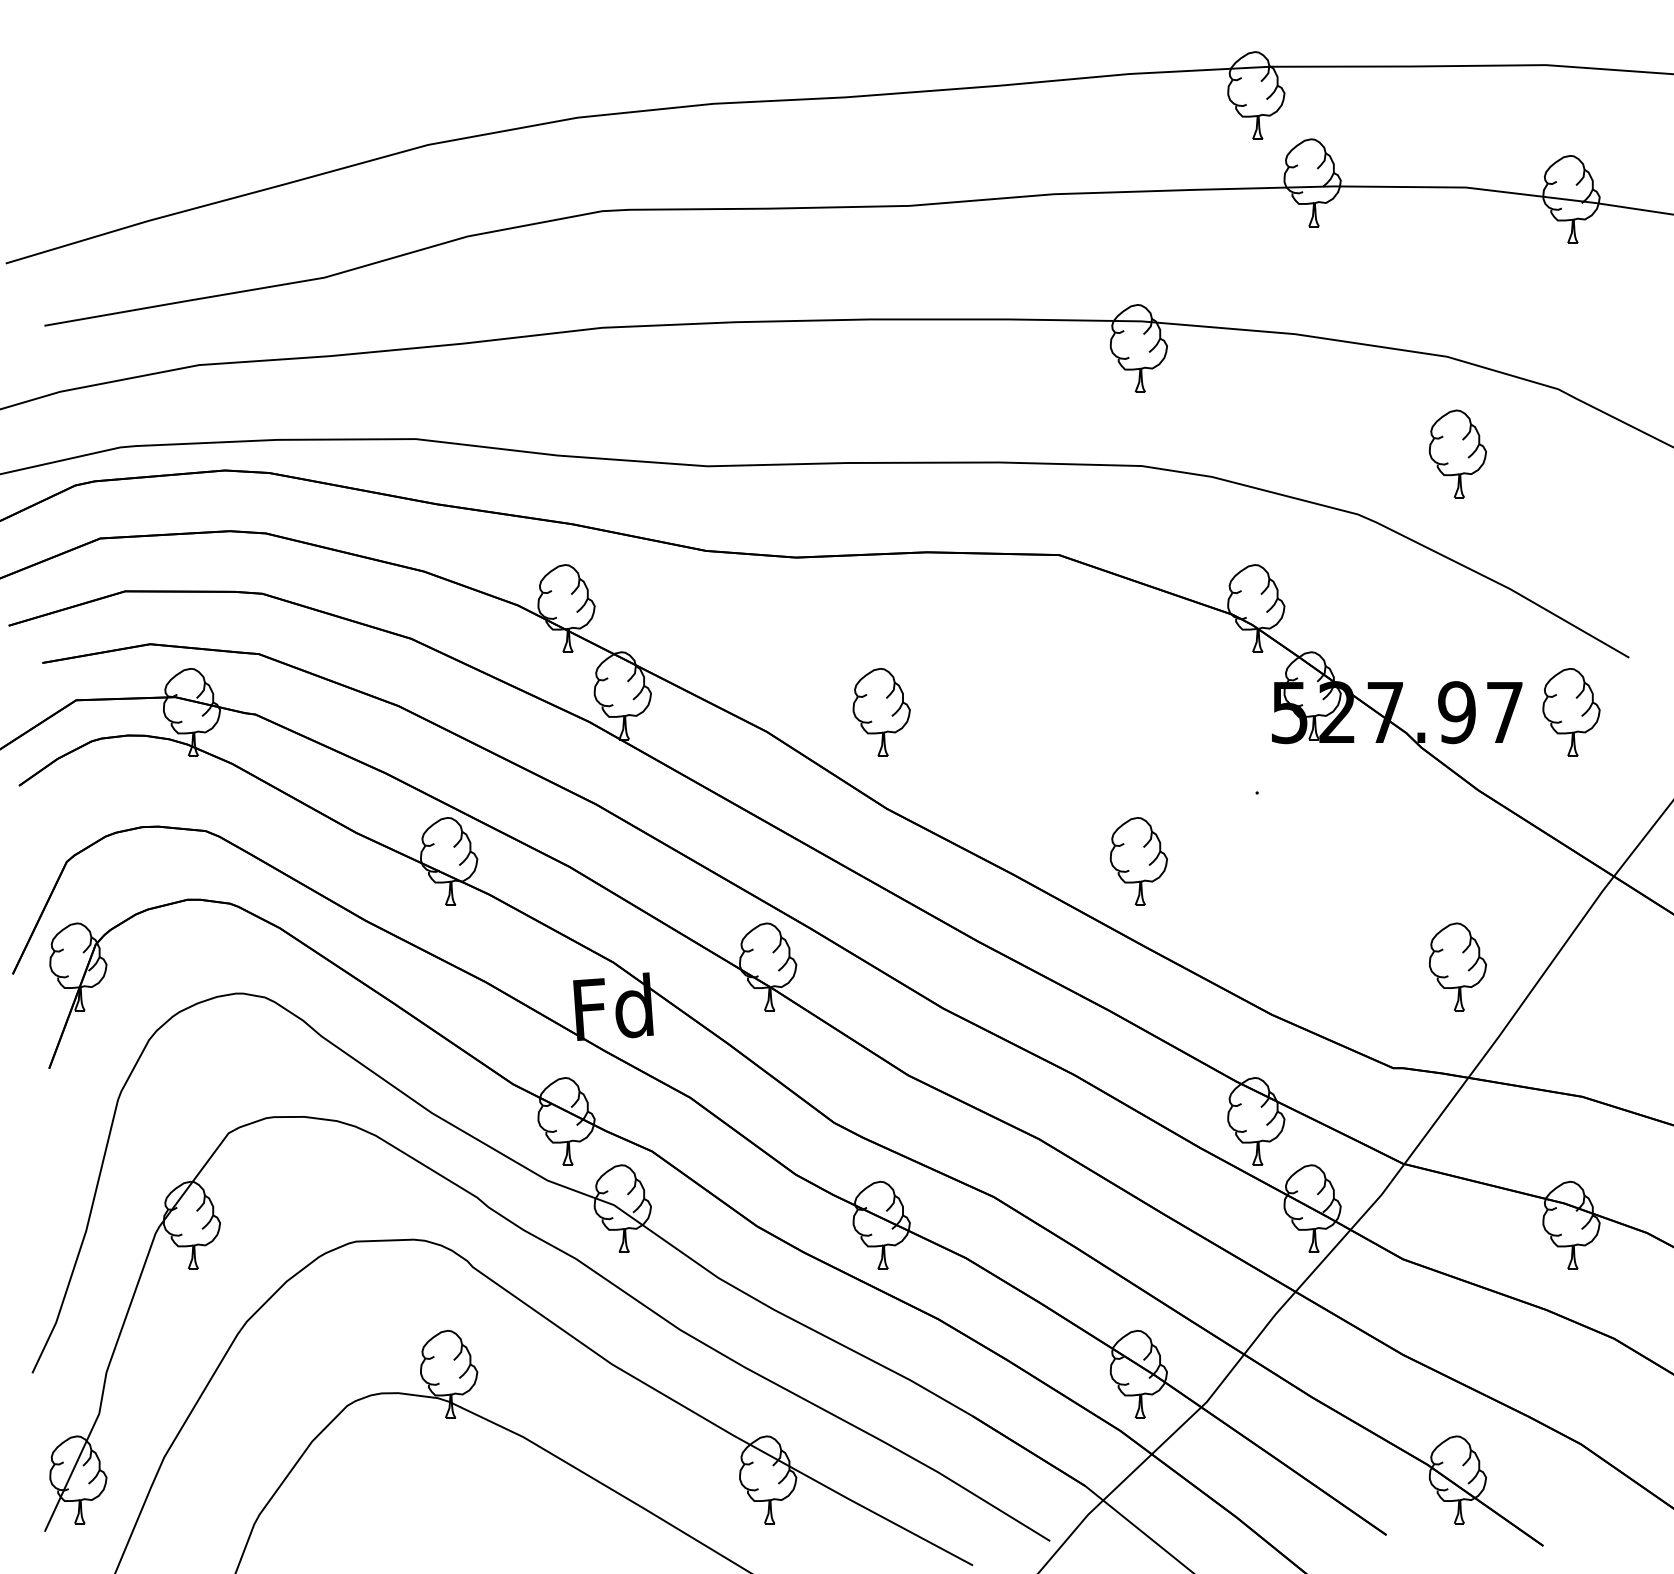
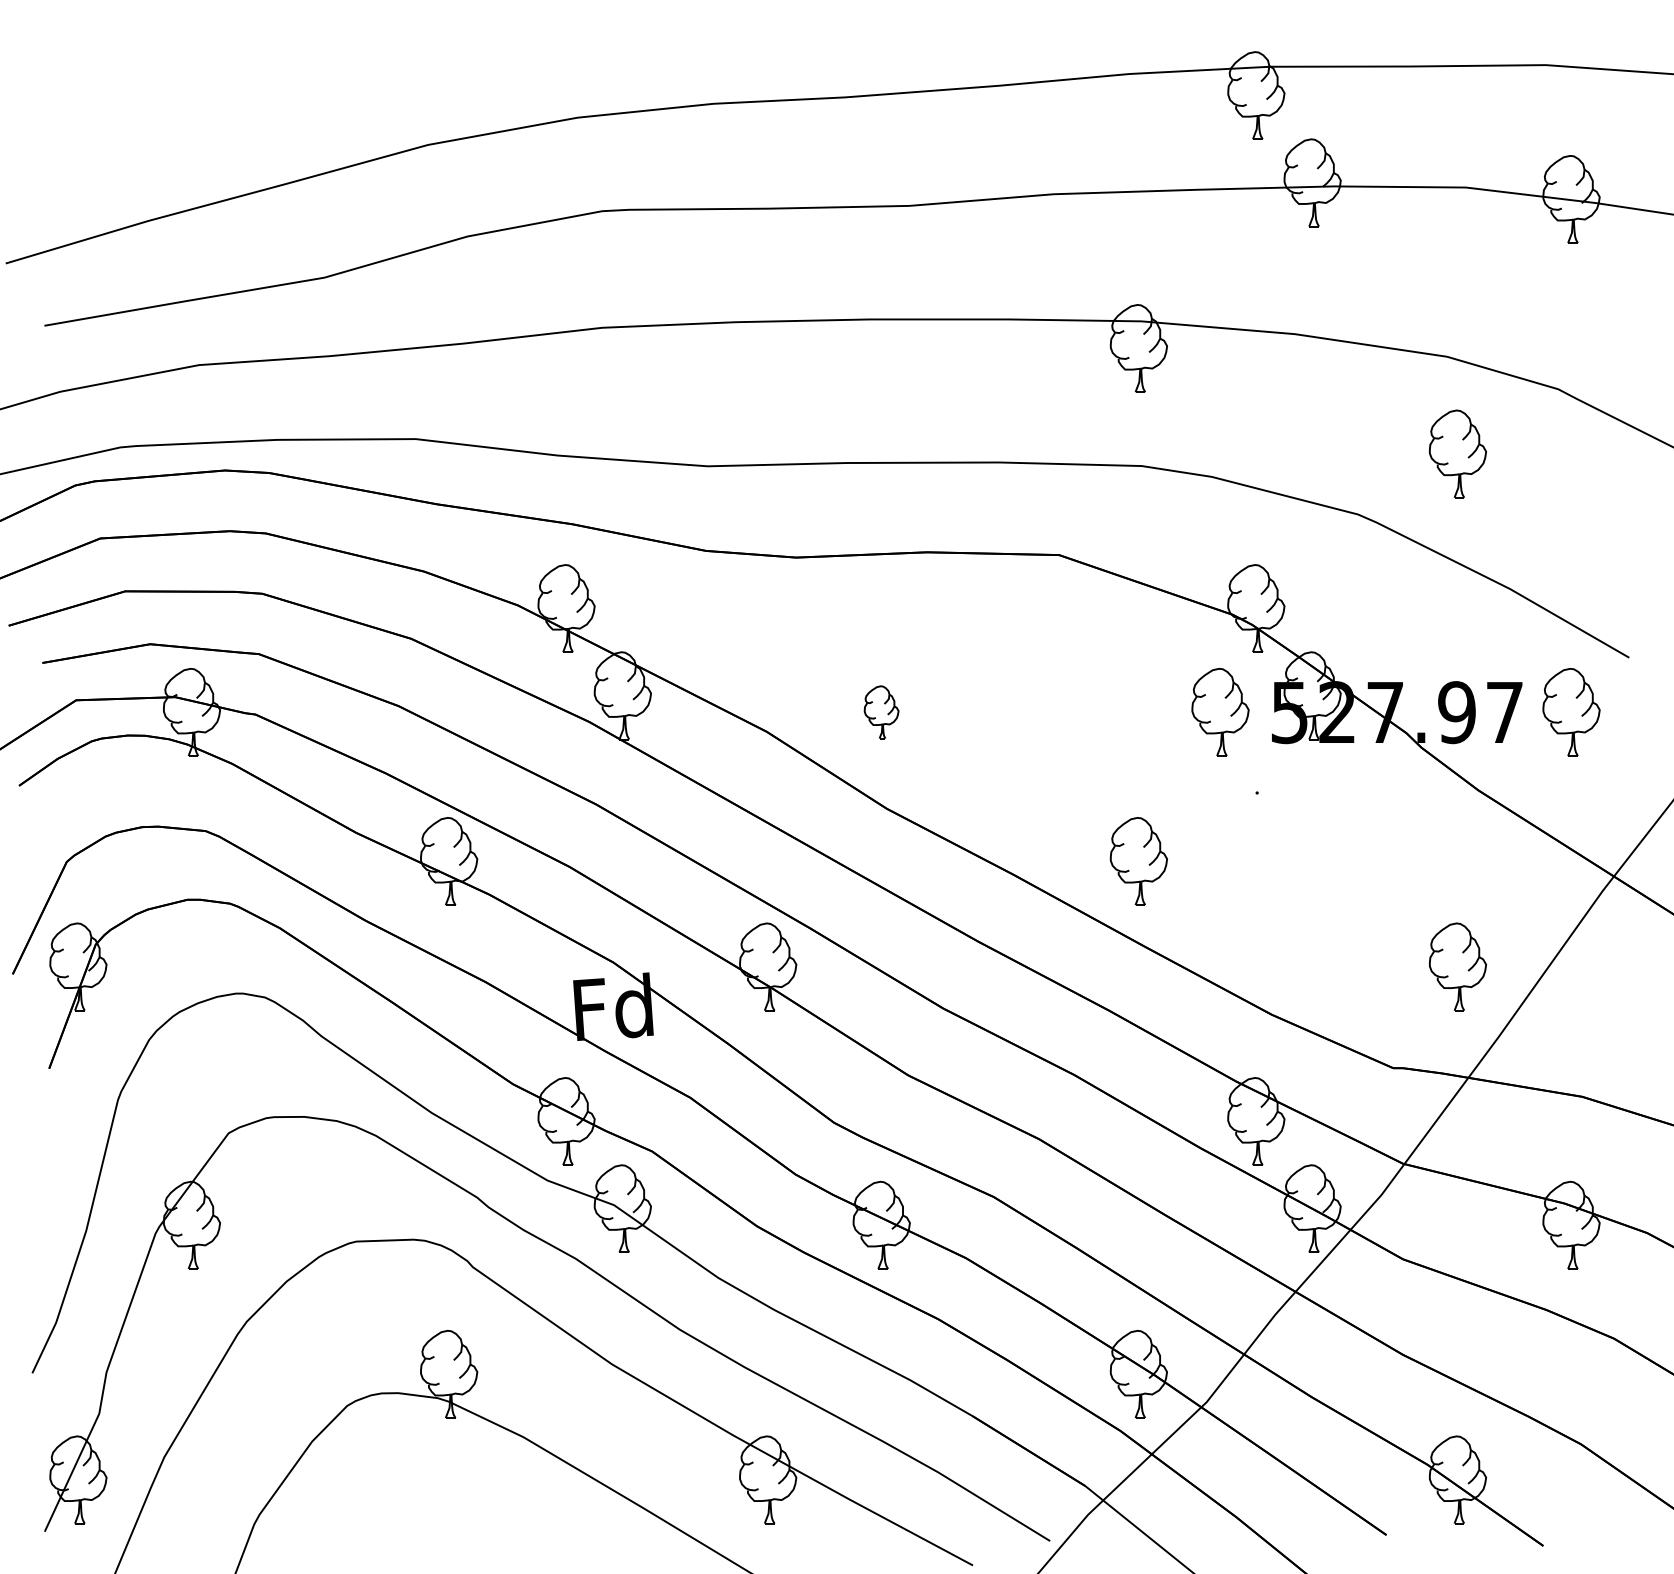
part at (881, 712) size: 59x89 px -> 37x55 px
part at (1220, 712): none -> present
